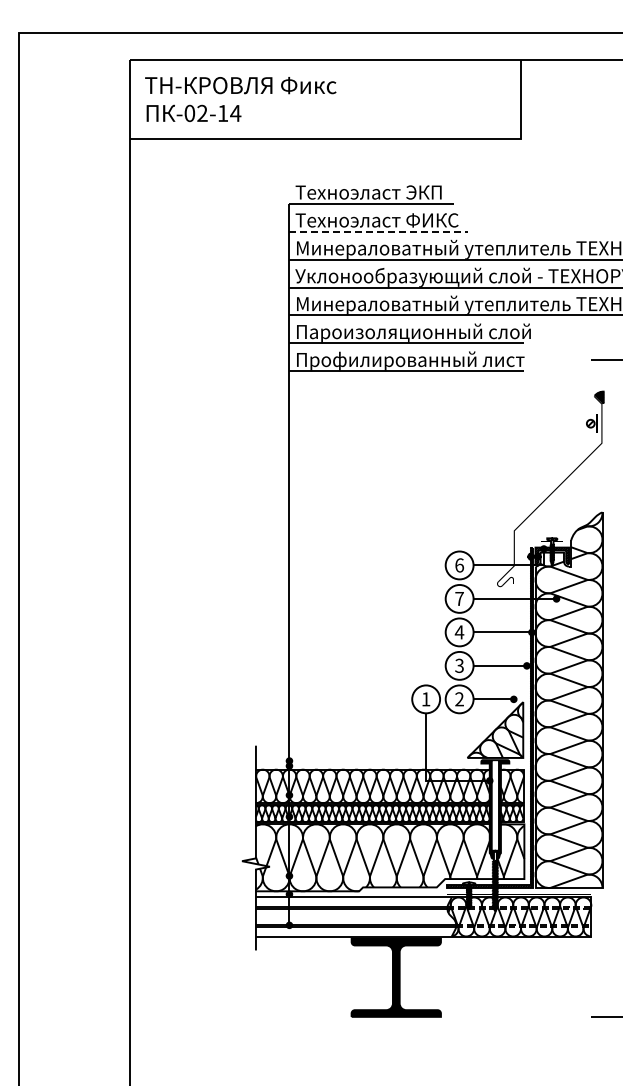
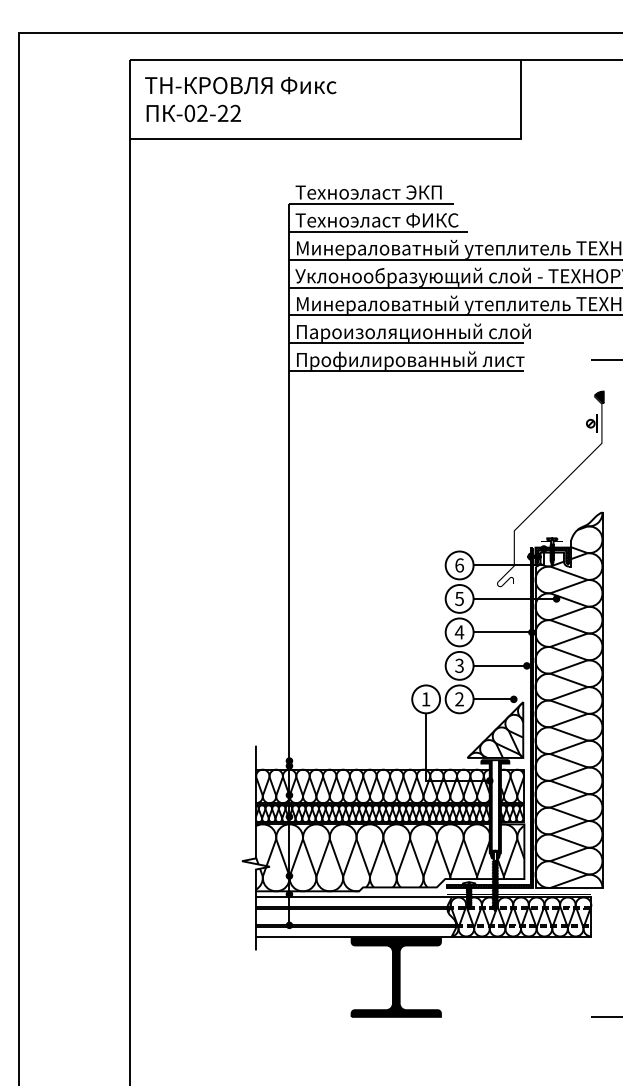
text at (229, 112): -02-14 -> -02-22
line at (379, 231): dashed -> solid
text at (459, 599): 7 -> 5
